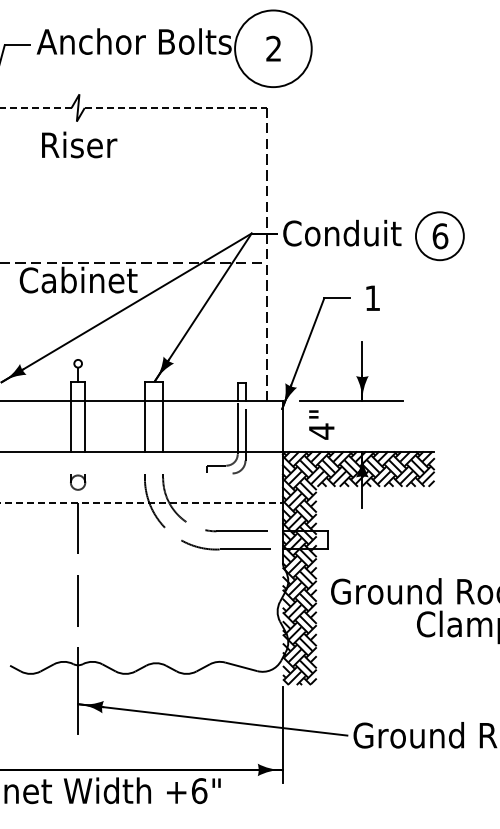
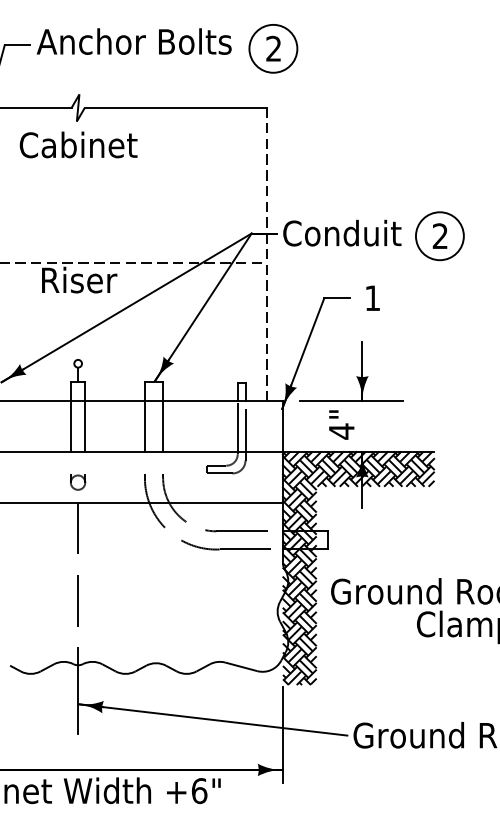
circle at (273, 48) diameter: 77 px -> 48 px
line at (36, 107): dashed -> solid
line at (176, 107): dashed -> solid
text at (78, 144): Riser -> Cabinet
text at (440, 236): 6 -> 2
text at (78, 279): Cabinet -> Riser
text at (321, 424) position: (321, 424) -> (341, 424)
line at (219, 473): none -> present
line at (142, 502): dashed -> solid
